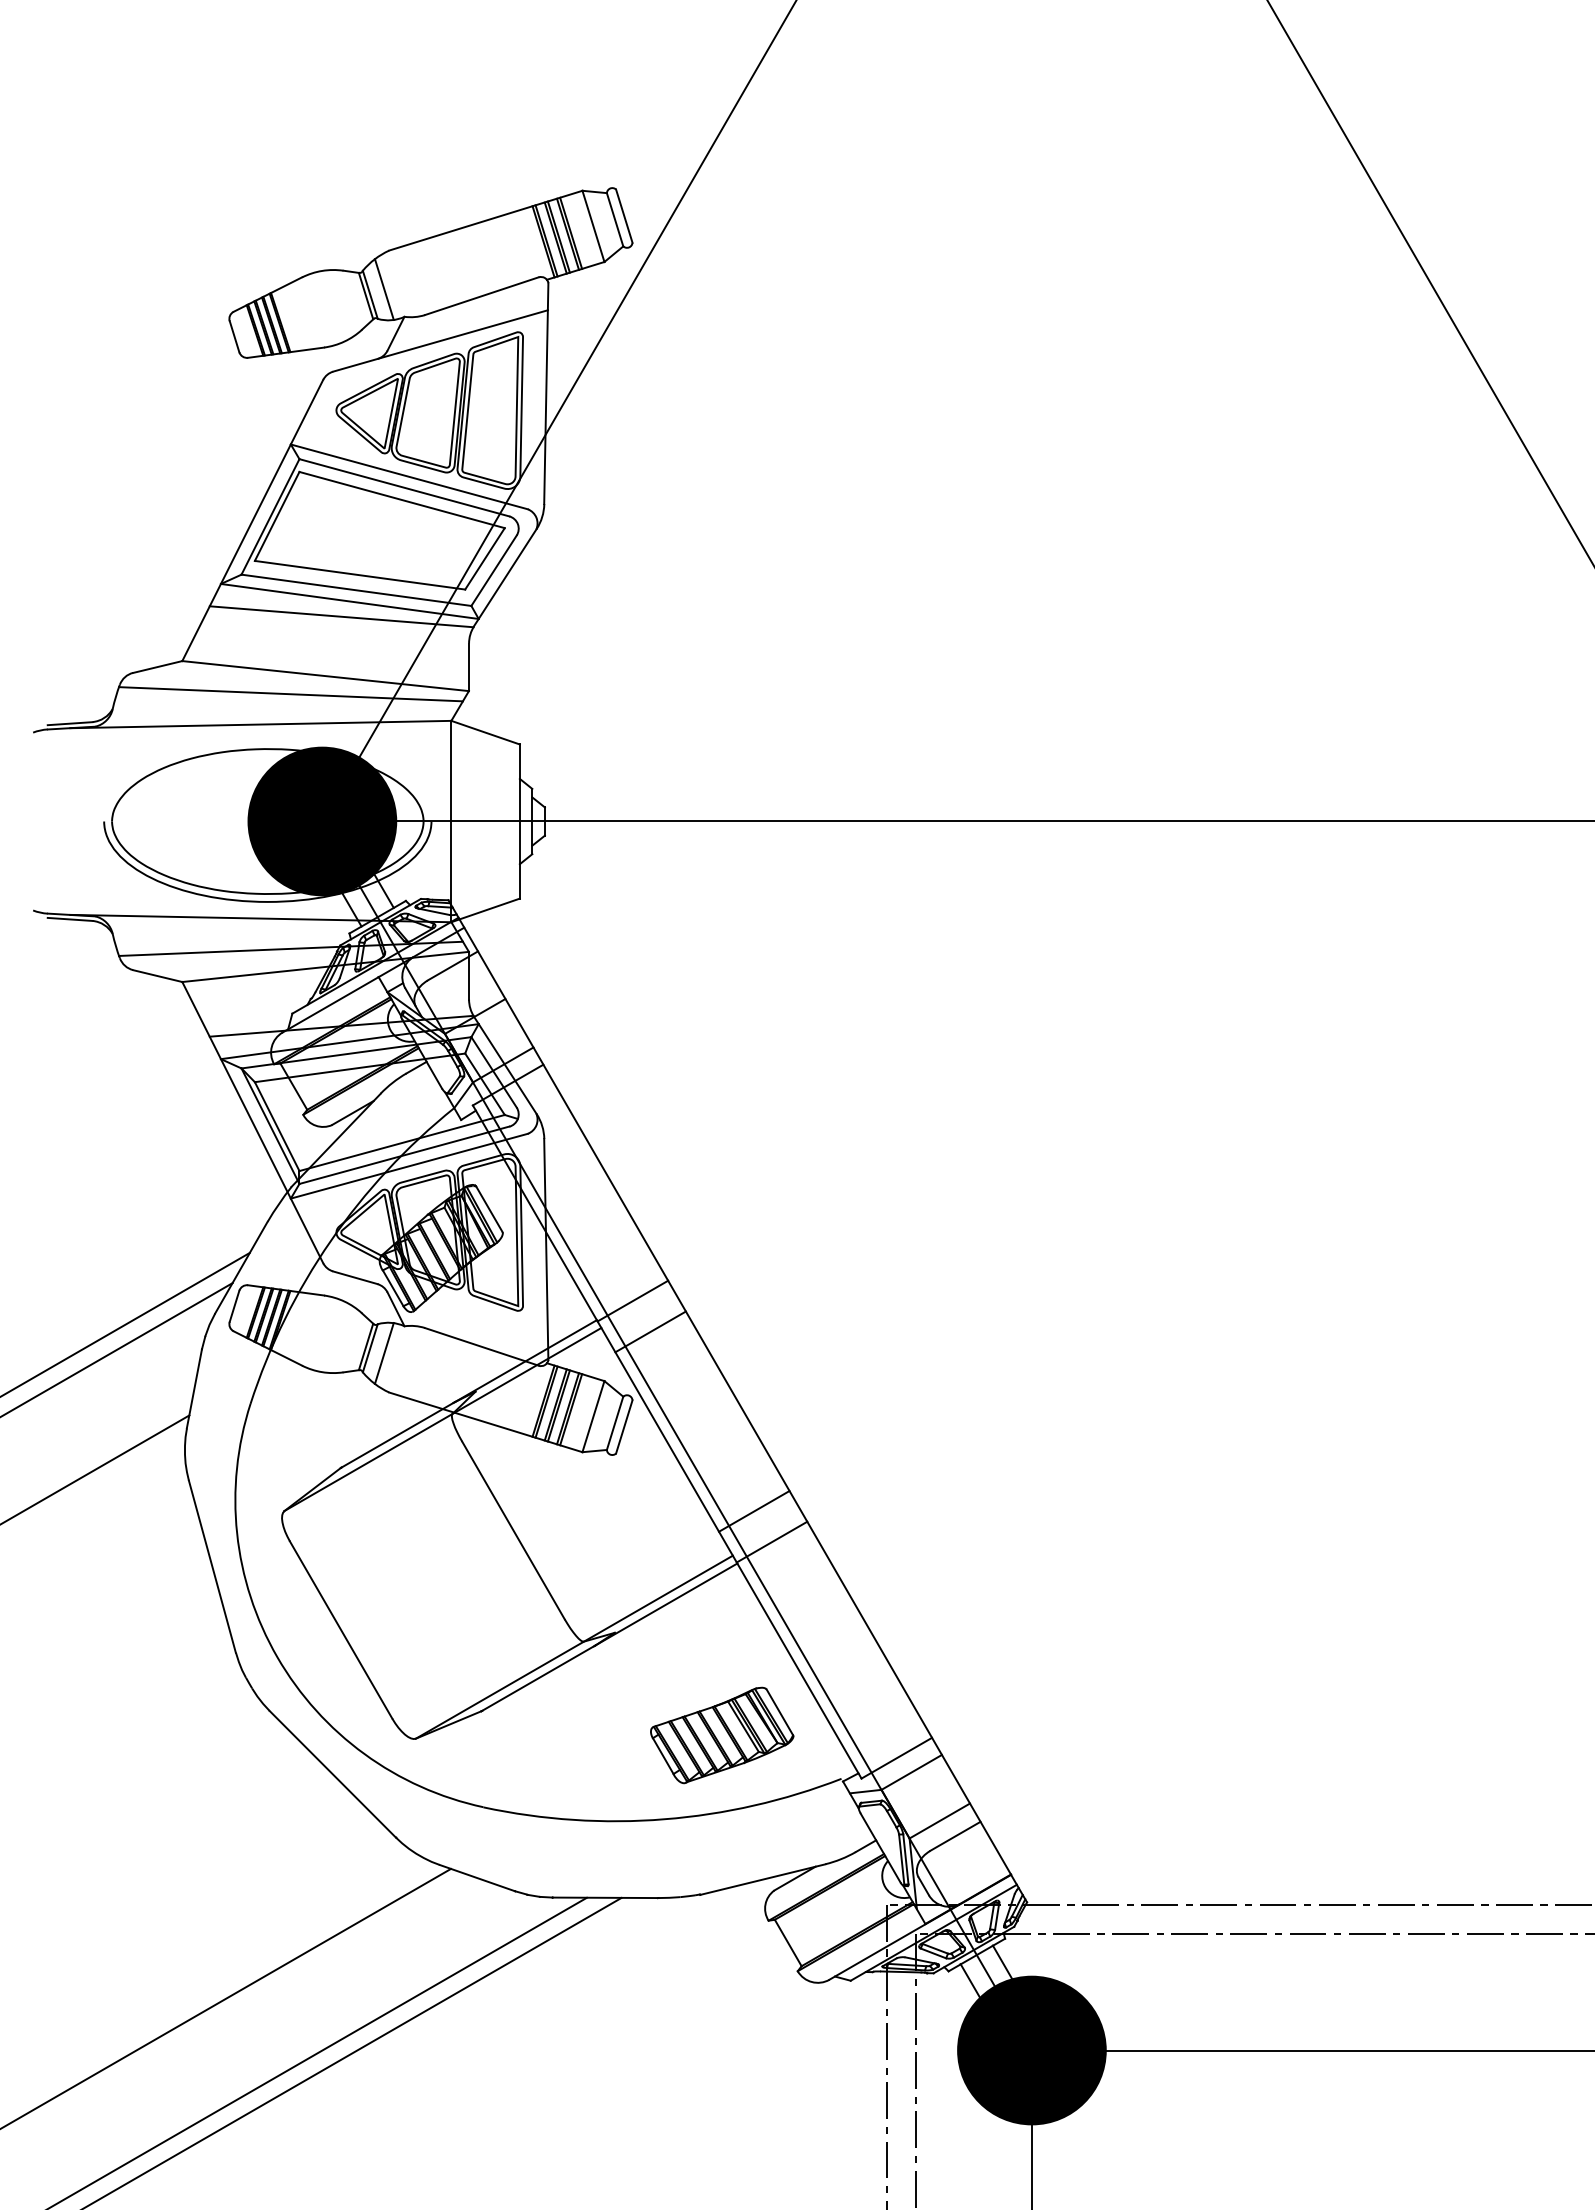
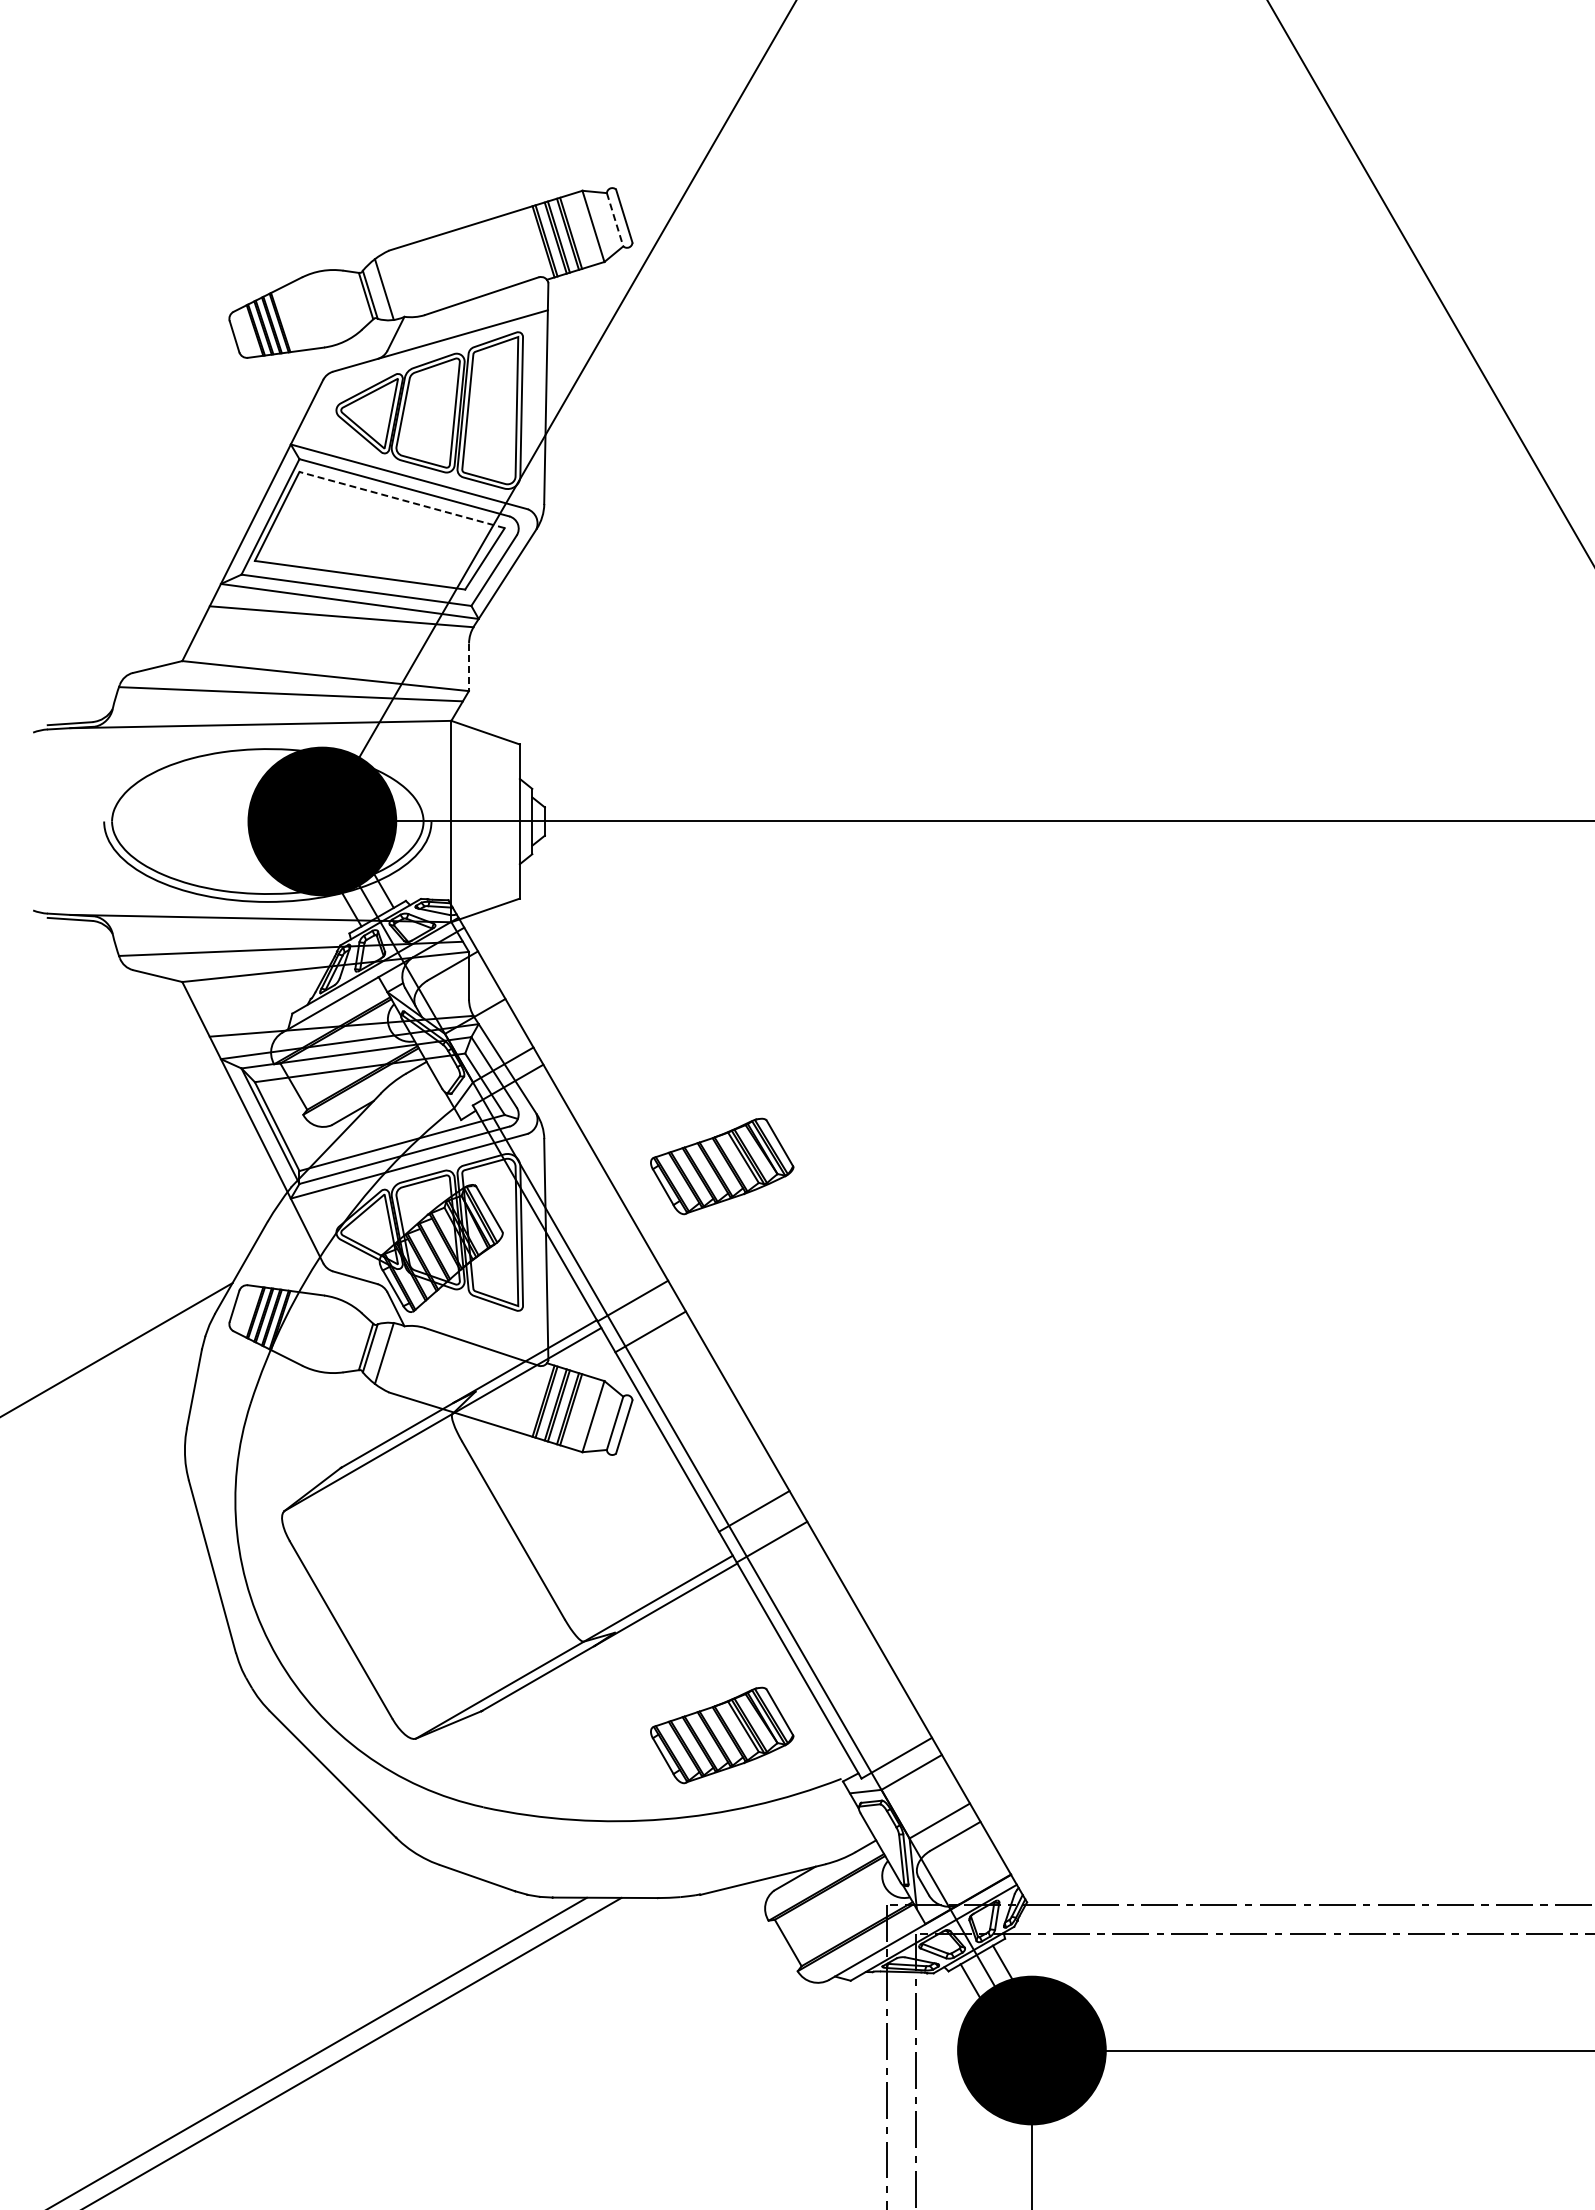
line at (615, 219): solid -> dashed
line at (401, 499): solid -> dashed
line at (468, 667): solid -> dashed
part at (722, 1166): none -> present
line at (125, 1323): present -> none
line at (95, 1469): present -> none
line at (226, 1997): present -> none
